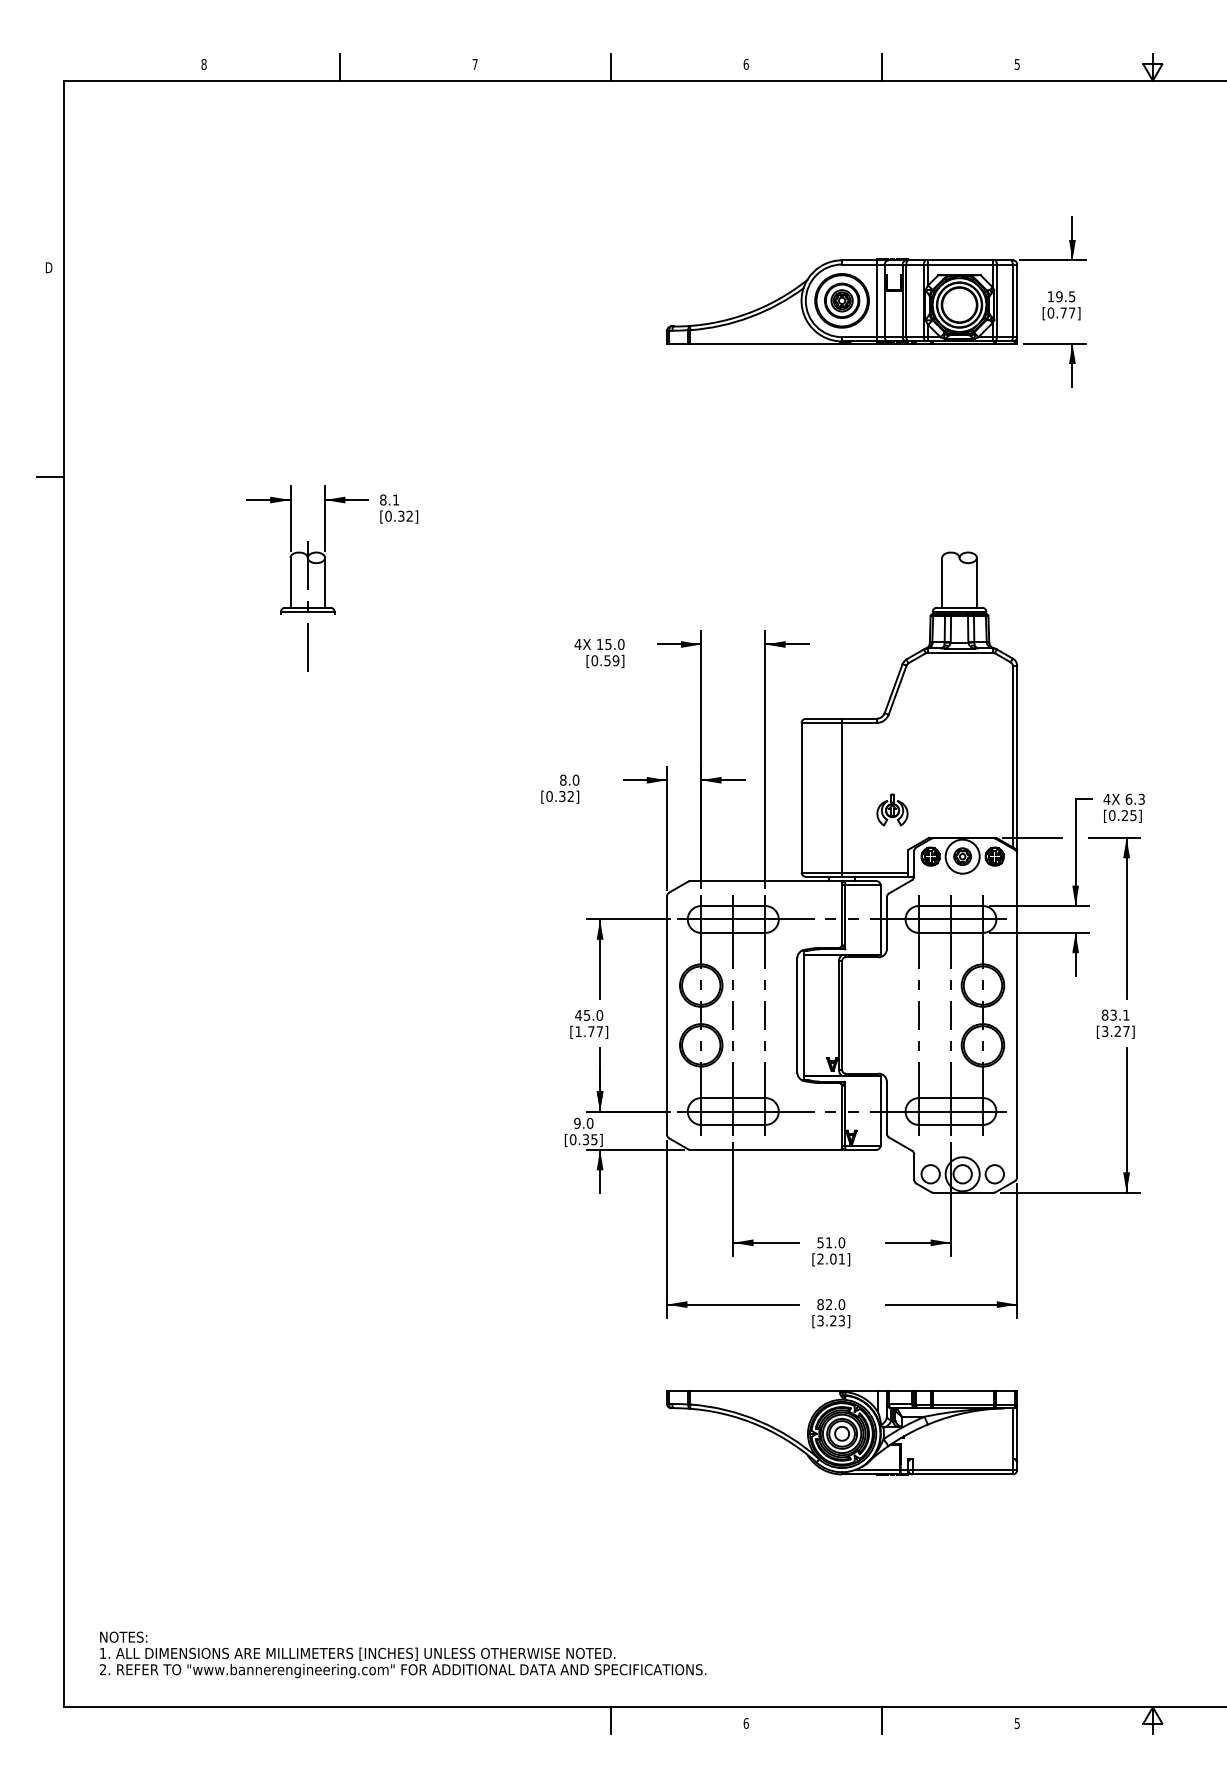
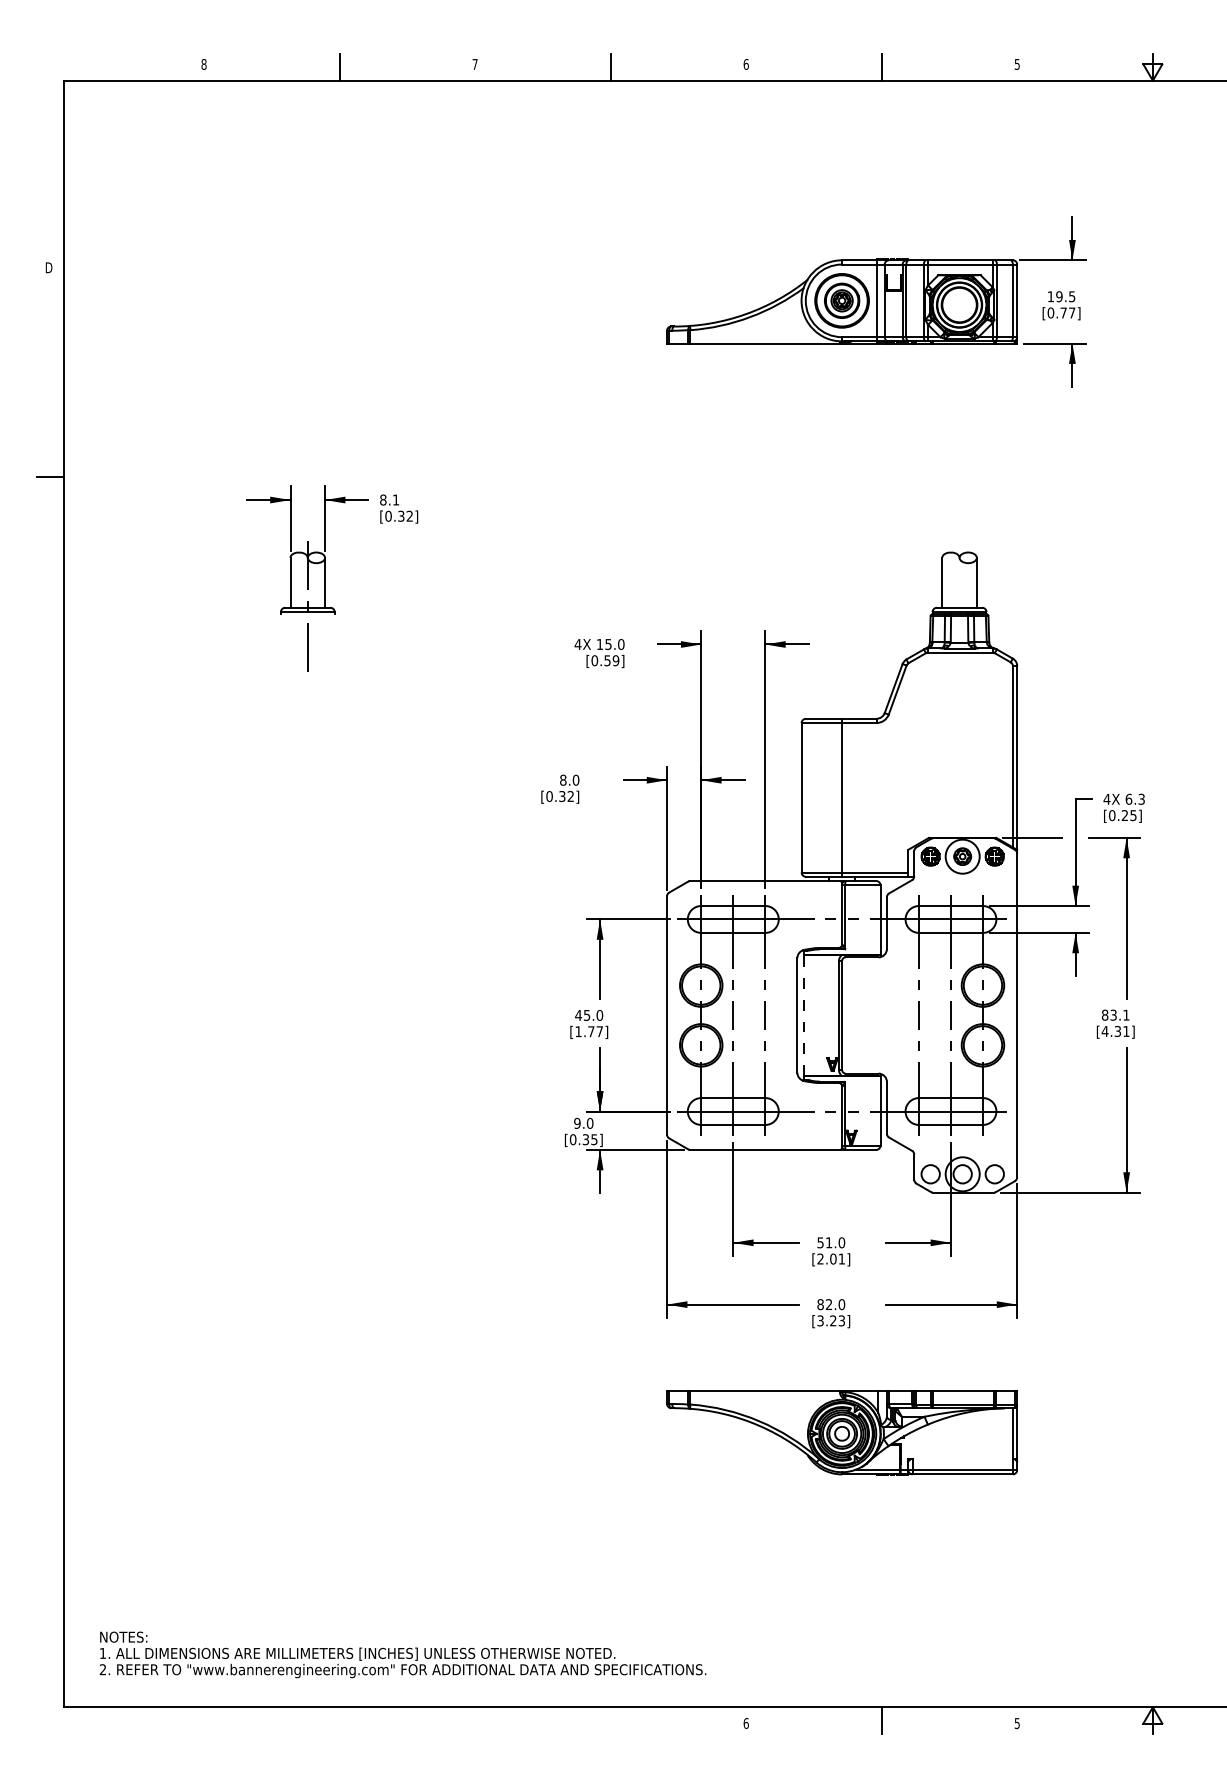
part at (892, 809): present -> none
line at (803, 1015): solid -> dashed
text at (1115, 1031): [3.27] -> [4.31]
line at (610, 1720): present -> none
